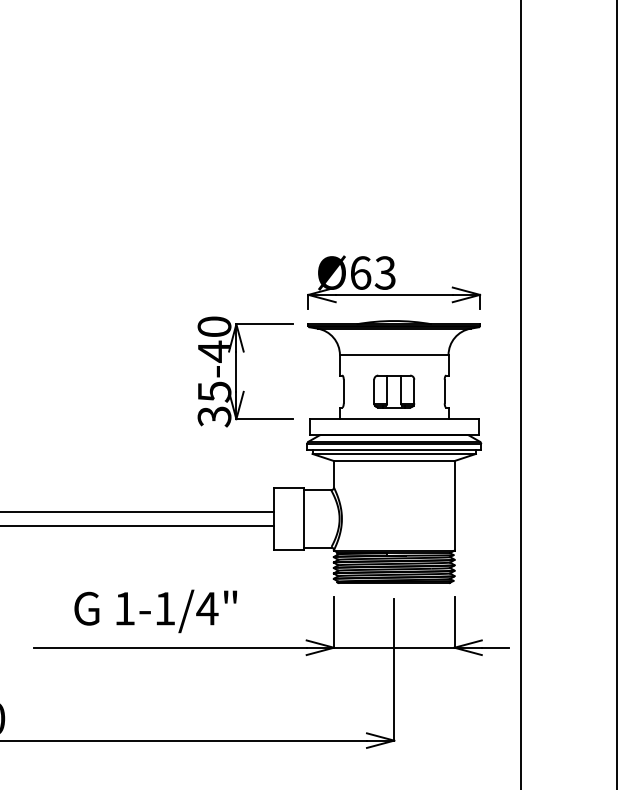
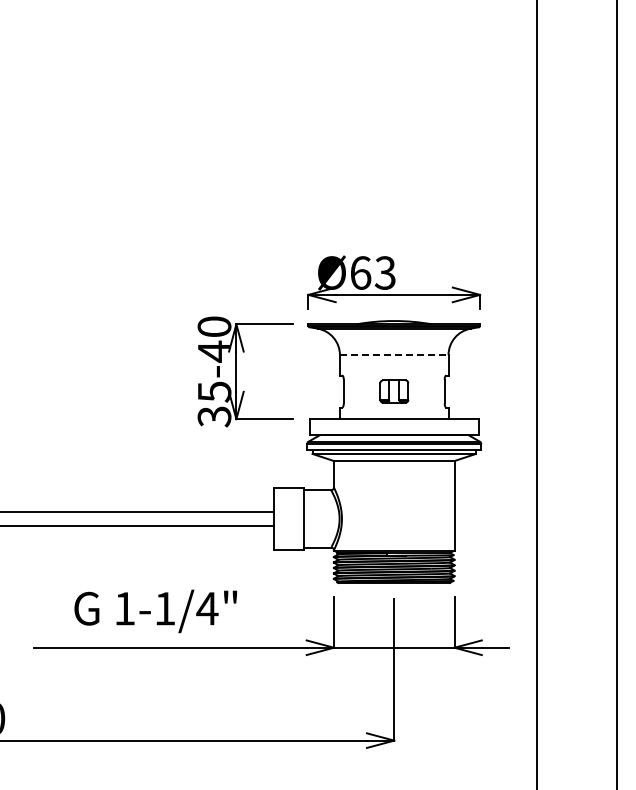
line at (394, 355): solid -> dashed
part at (394, 391) size: 43x35 px -> 31x25 px
line at (520, 394) position: (520, 394) -> (536, 394)
